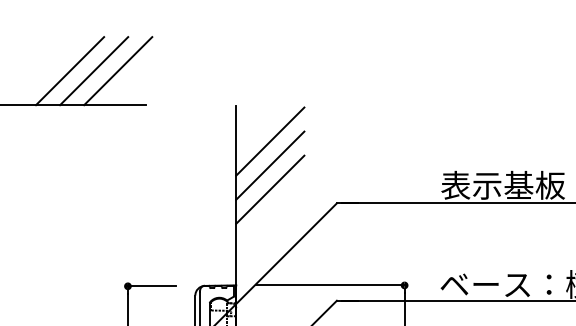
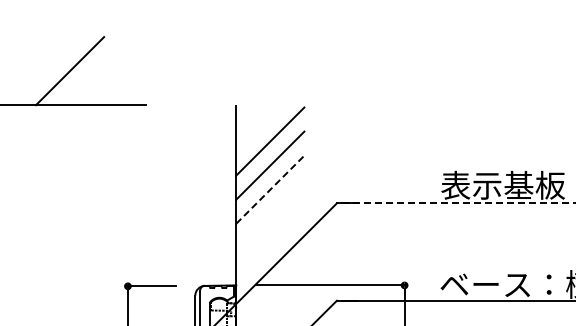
line at (94, 71): present -> none
line at (118, 71): present -> none
line at (270, 189): solid -> dashed
line at (458, 203): solid -> dashed
